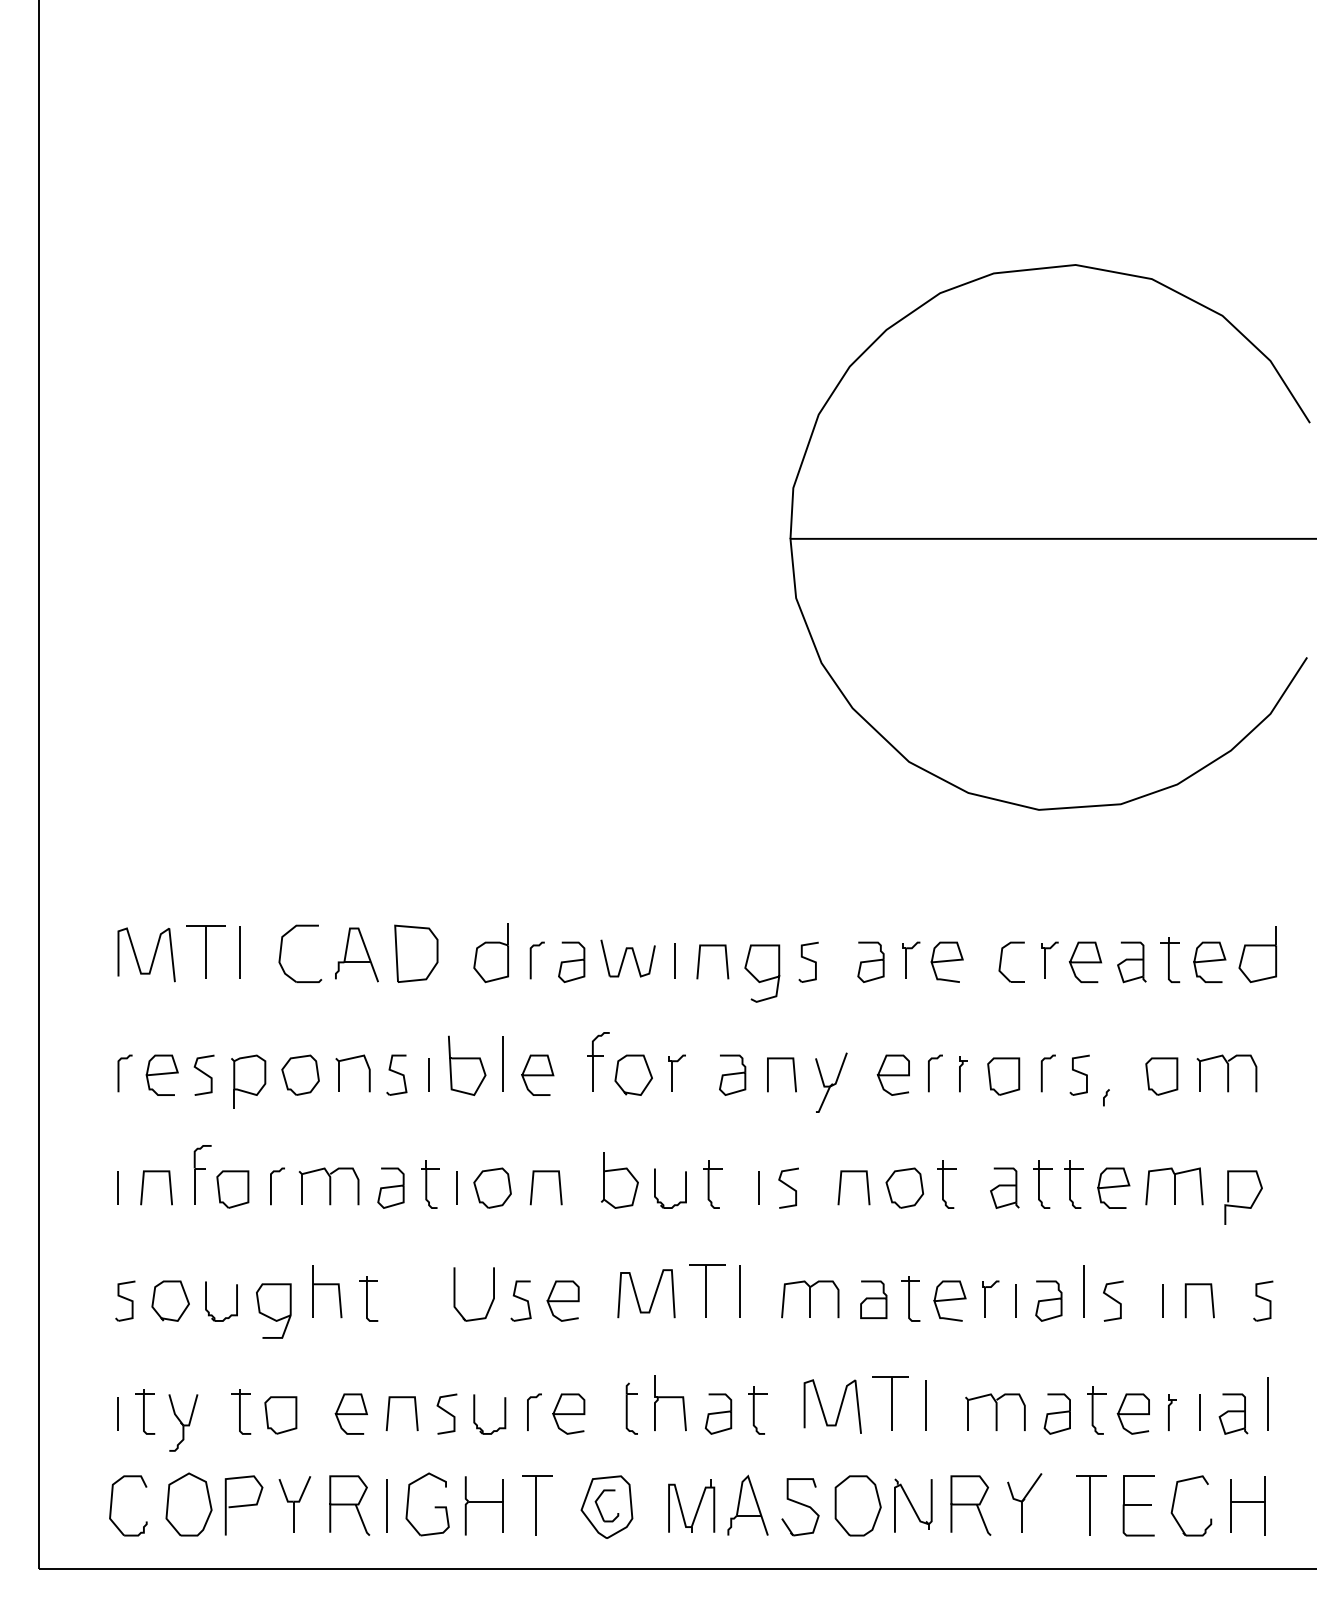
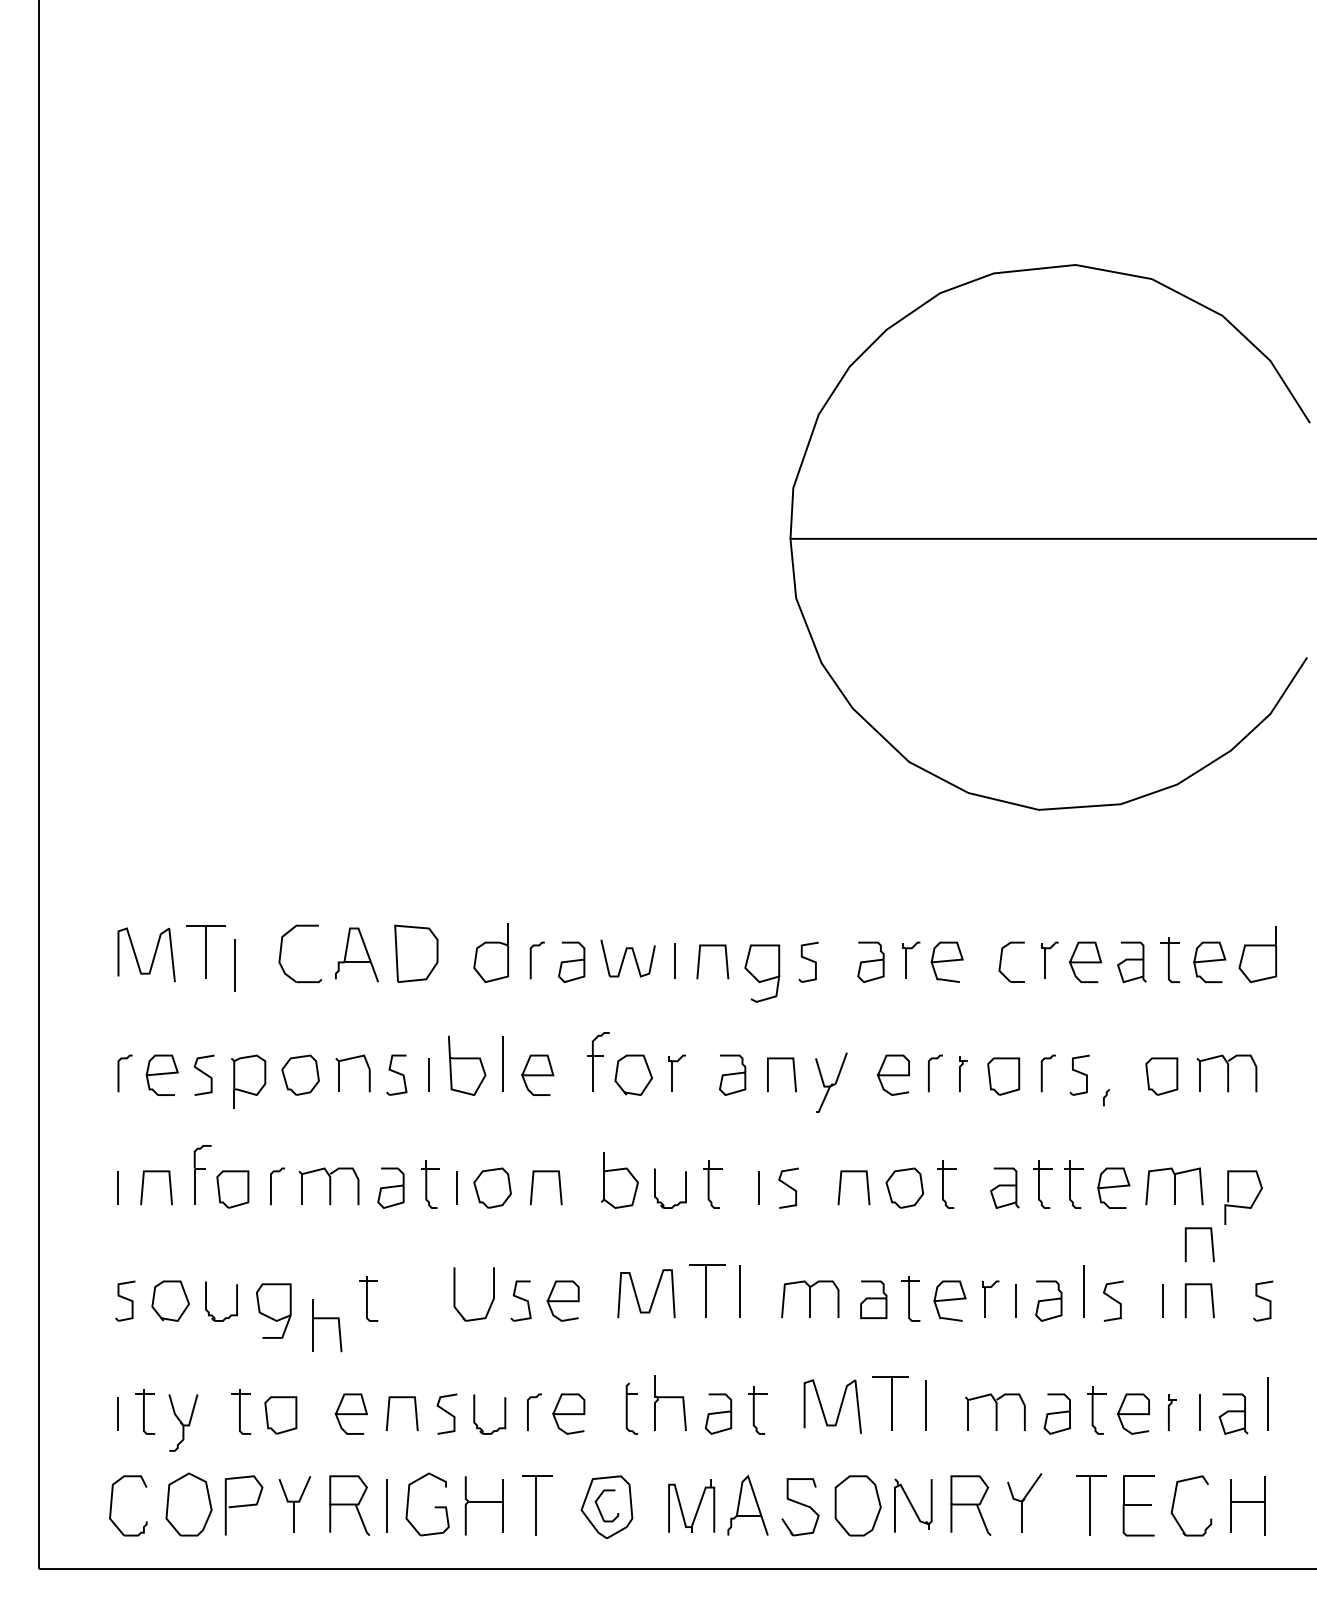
line at (239, 952) position: (239, 952) -> (234, 965)
line at (1211, 1244): none -> present
part at (327, 1291) position: (327, 1291) -> (327, 1325)
